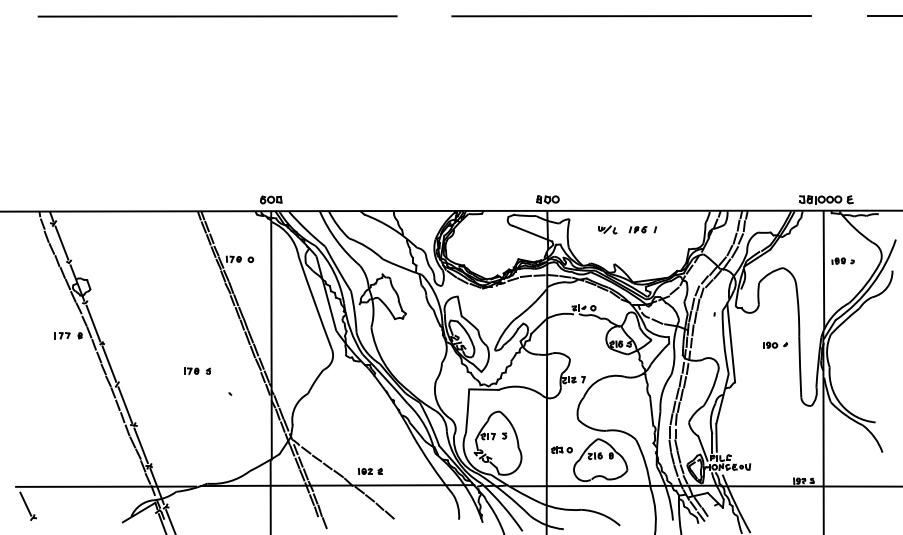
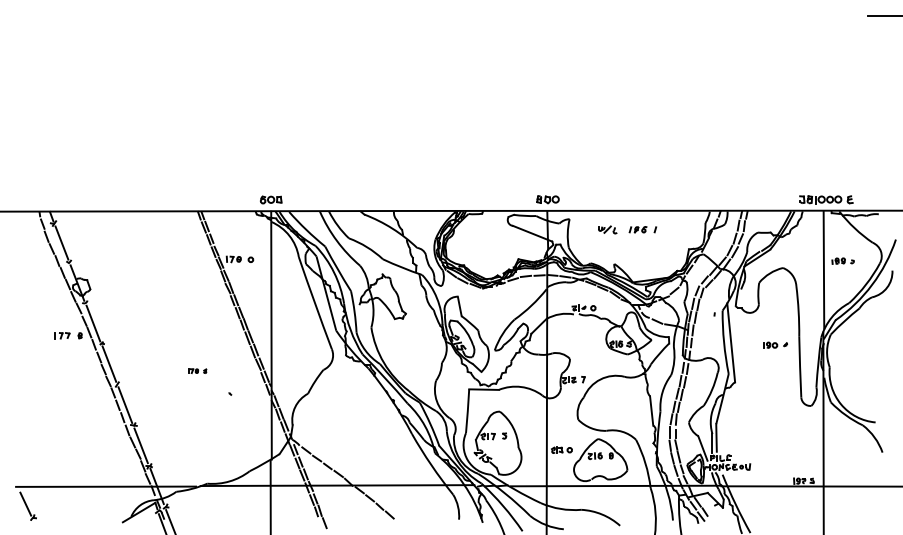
line at (217, 16): present -> none
line at (631, 16): present -> none
part at (197, 370) size: 27x8 px -> 20x6 px
part at (370, 470): present -> none
